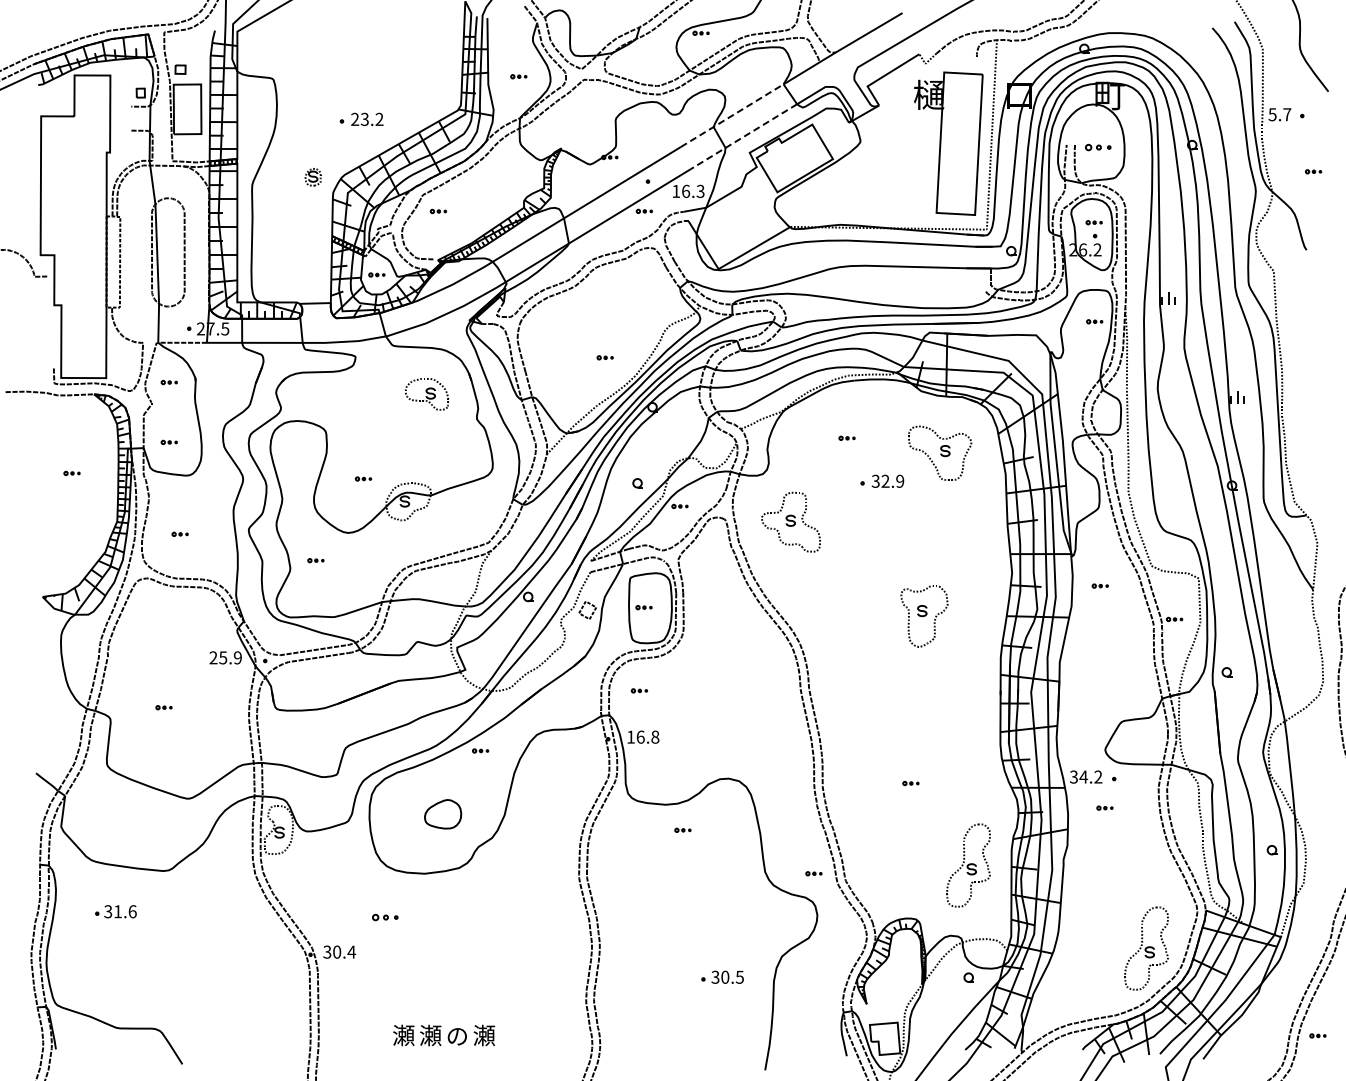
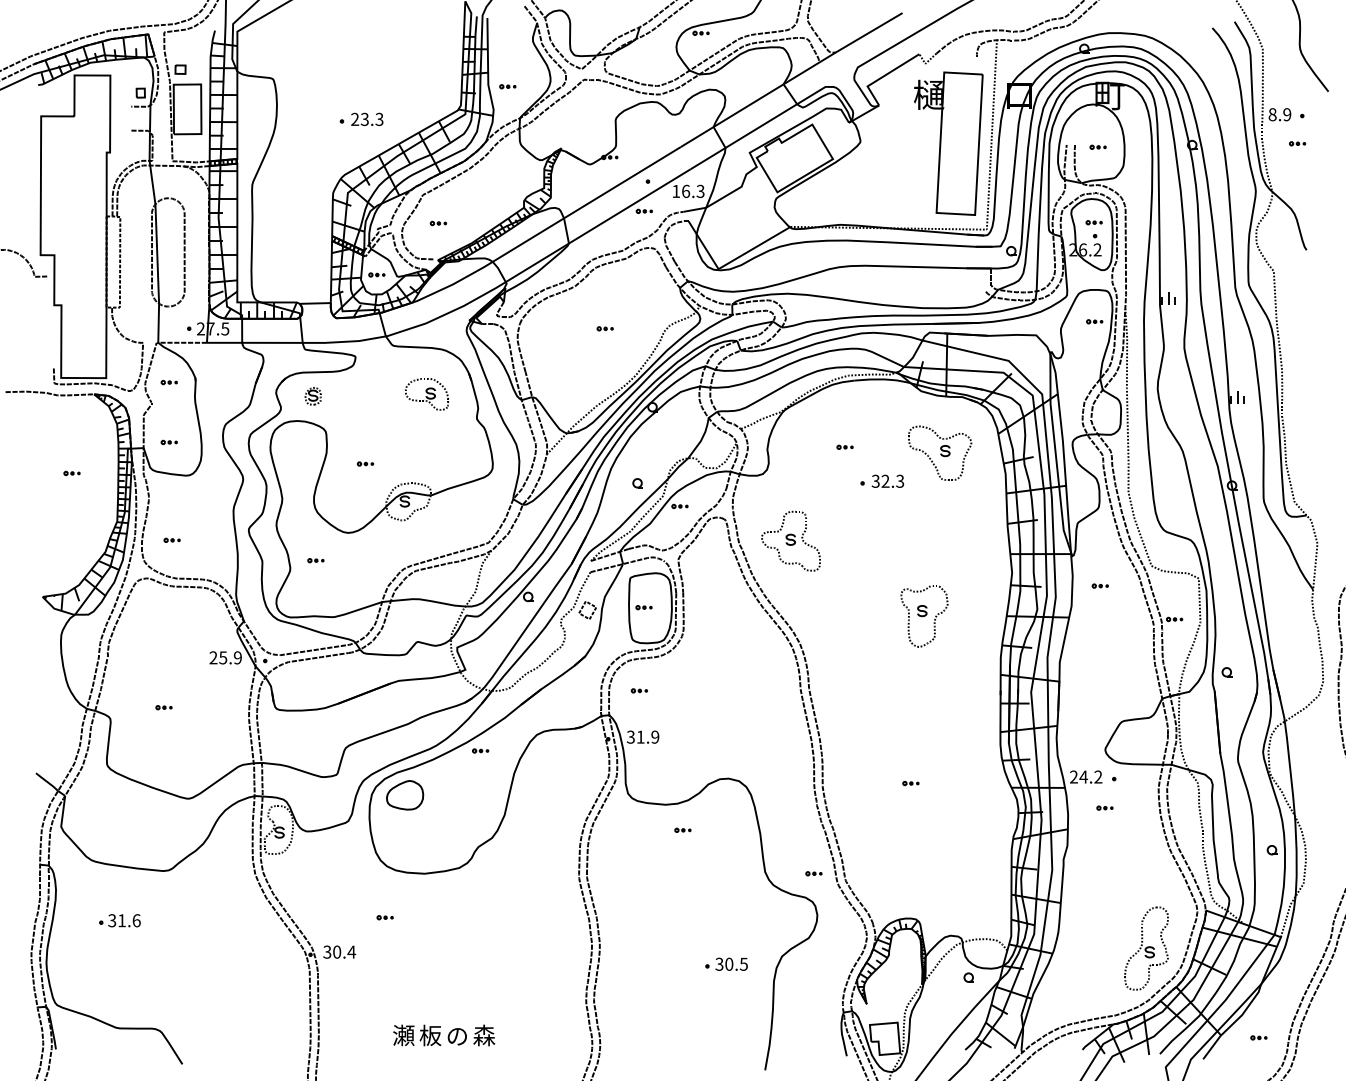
part at (518, 76) position: (518, 76) -> (507, 86)
text at (1279, 114): 5.7 -> 8.9
line at (732, 115): dashed -> solid
text at (379, 119): 23.2 -> 23.3
line at (743, 137): dashed -> solid
part at (1098, 147) size: 27x9 px -> 18x6 px
part at (1313, 171) position: (1313, 171) -> (1297, 143)
part at (312, 177) position: (312, 177) -> (312, 396)
part at (437, 211) position: (437, 211) -> (437, 223)
part at (604, 357) position: (604, 357) -> (604, 328)
part at (846, 437) position: (846, 437) -> (844, 446)
part at (363, 478) position: (363, 478) -> (365, 463)
text at (900, 481): 32.9 -> 32.3
part at (790, 521) position: (790, 521) -> (790, 540)
part at (179, 533) position: (179, 533) -> (171, 539)
text at (642, 736): 16.8 -> 31.9
text at (1073, 777): 34.2 -> 24.2
part at (443, 814) position: (443, 814) -> (405, 795)
part at (968, 865): present -> none
part at (115, 911) position: (115, 911) -> (119, 920)
part at (385, 917) size: 27x9 px -> 18x6 px
part at (722, 976) position: (722, 976) -> (726, 963)
text at (430, 1035): 瀬 -> 板
text at (484, 1035): 瀬 -> 森
part at (1317, 1035) position: (1317, 1035) -> (1258, 1037)
